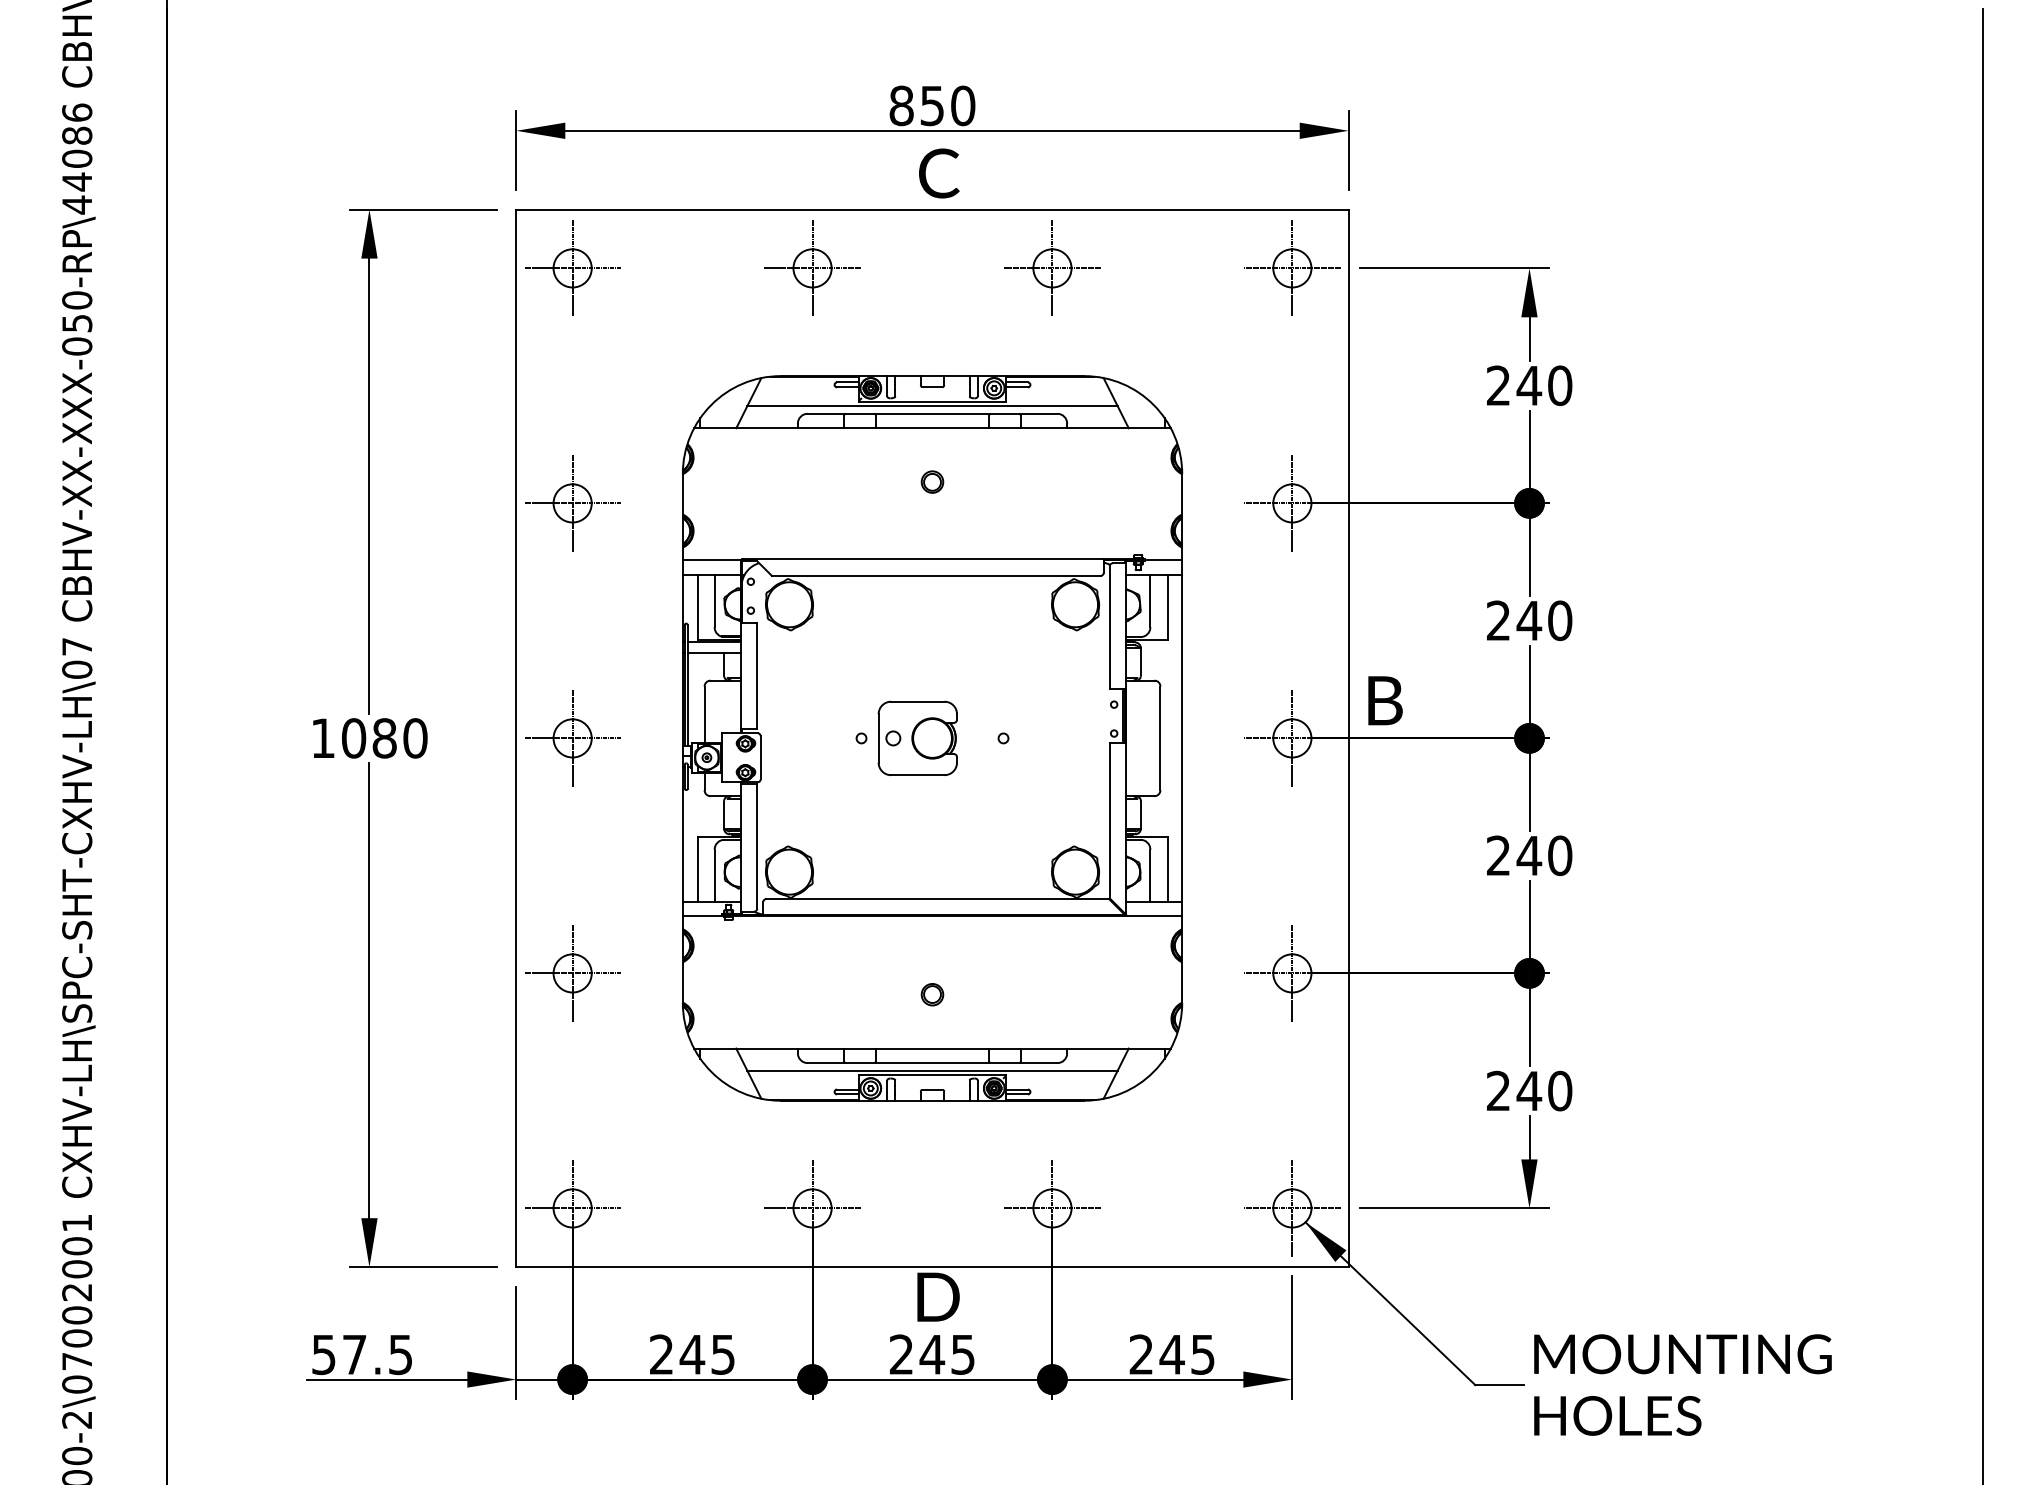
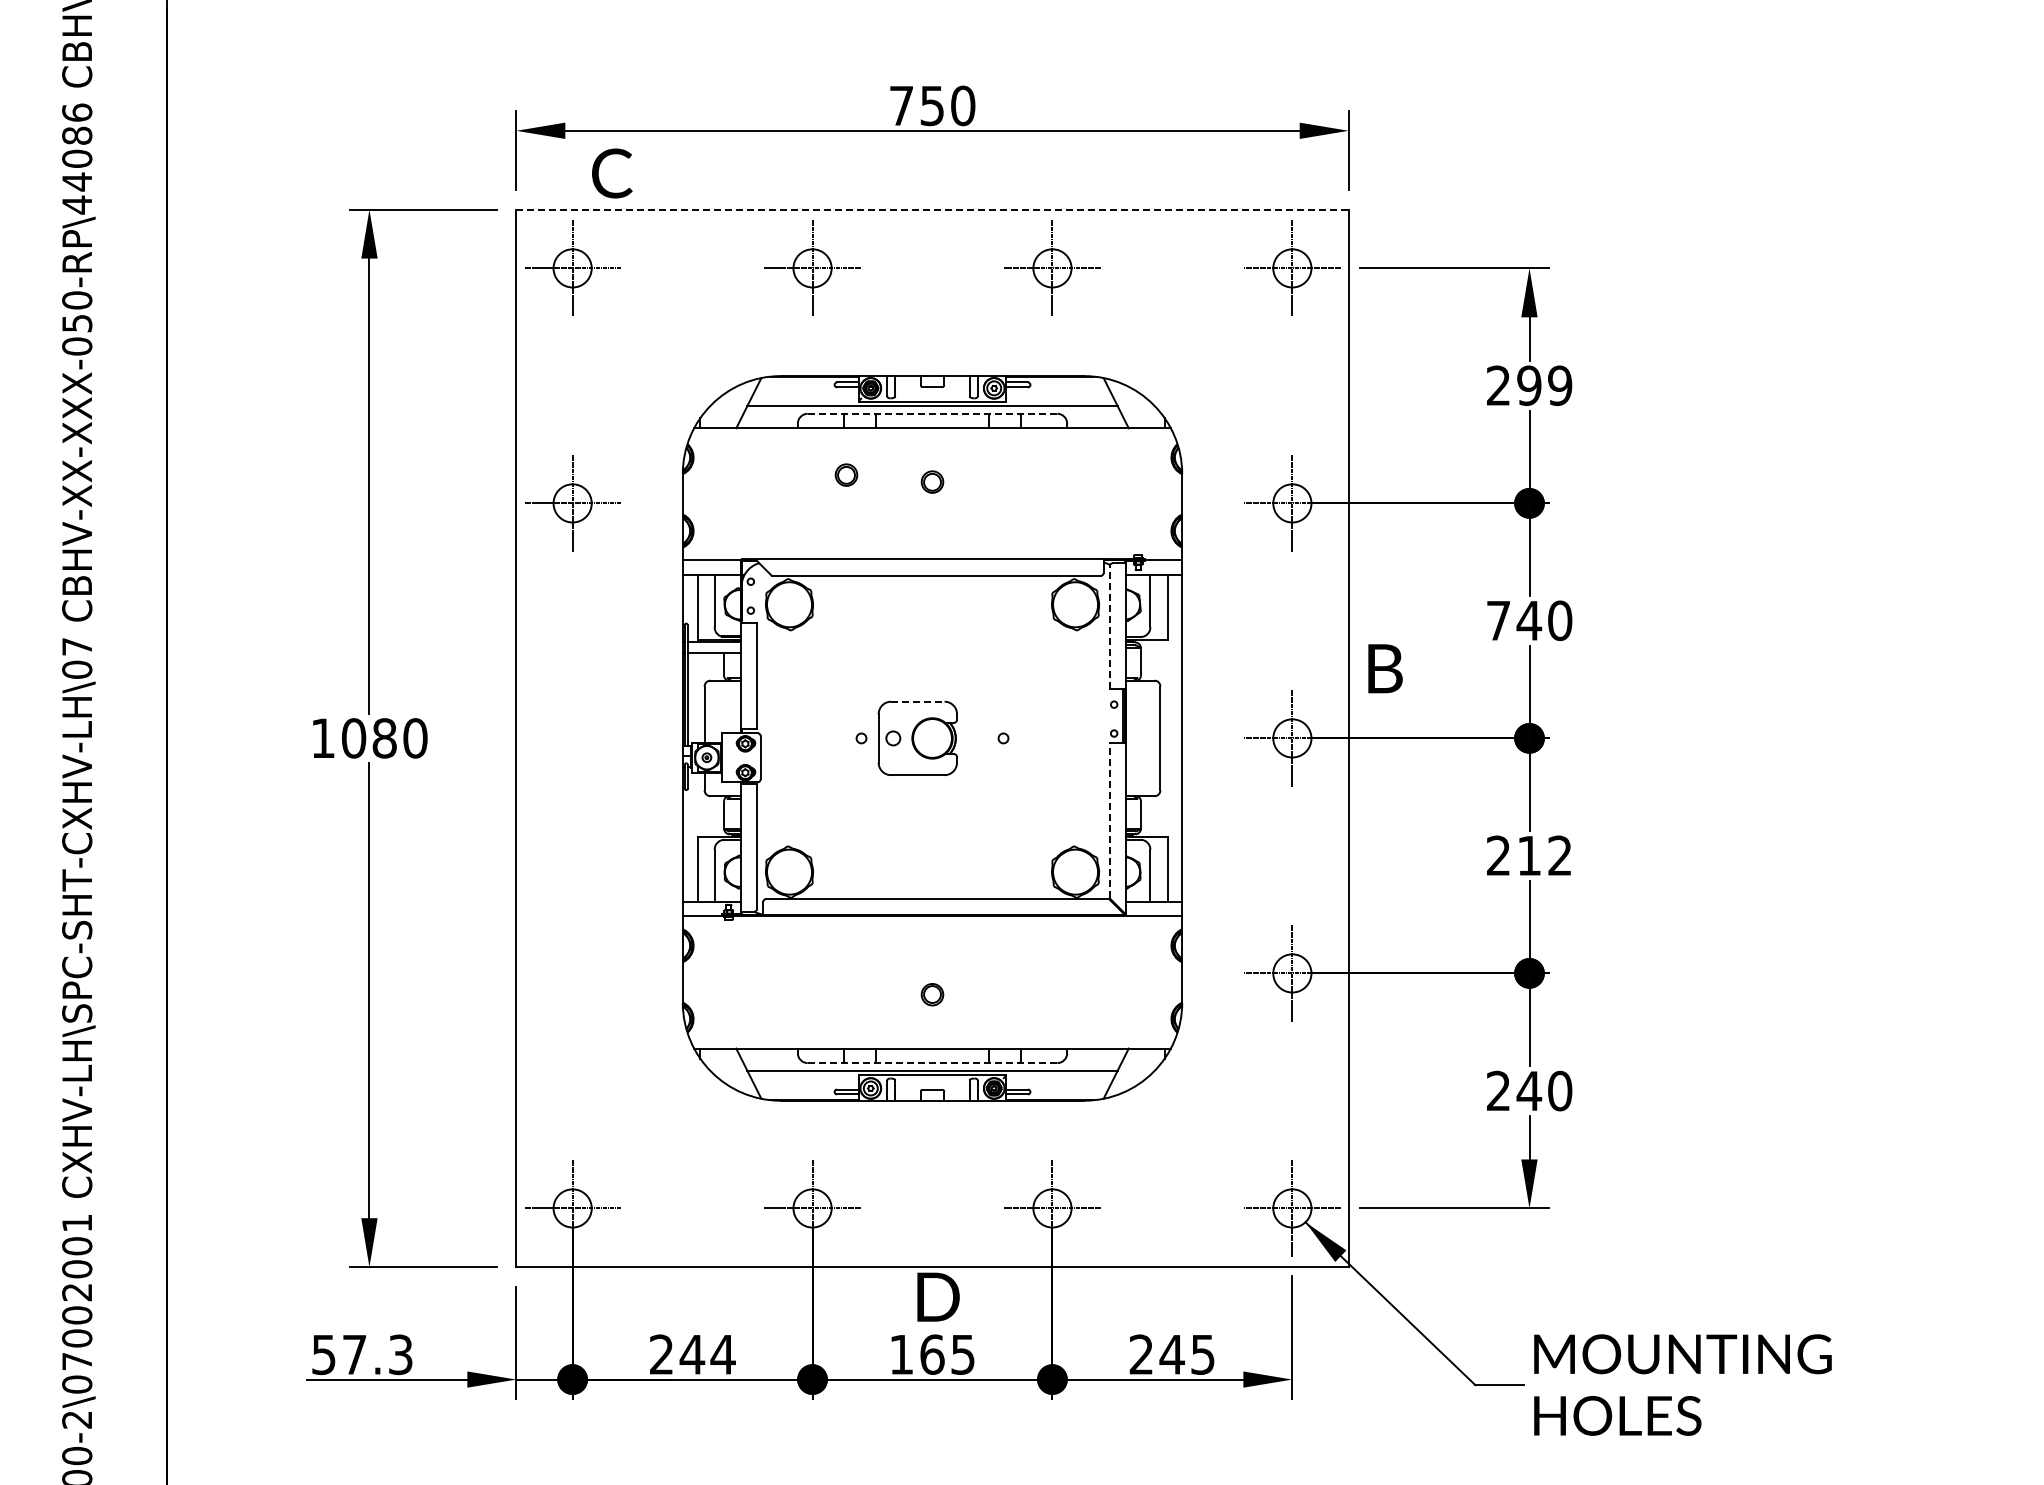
text at (901, 105): 850 -> 750
text at (939, 173) position: (939, 173) -> (612, 173)
line at (933, 209): solid -> dashed
text at (1544, 385): 240 -> 299
line at (932, 413): solid -> dashed
part at (846, 474): none -> present
text at (1498, 620): 240 -> 740
line at (1109, 627): solid -> dashed
text at (1385, 700) position: (1385, 700) -> (1385, 668)
line at (917, 701): solid -> dashed
part at (572, 738): present -> none
line at (1982, 745): present -> none
line at (1109, 820): solid -> dashed
text at (1544, 855): 240 -> 212
part at (572, 973): present -> none
line at (932, 1063): solid -> dashed
text at (400, 1354): 57.5 -> 57.3
text at (722, 1354): 245 -> 244
text at (917, 1354): 245 -> 165
